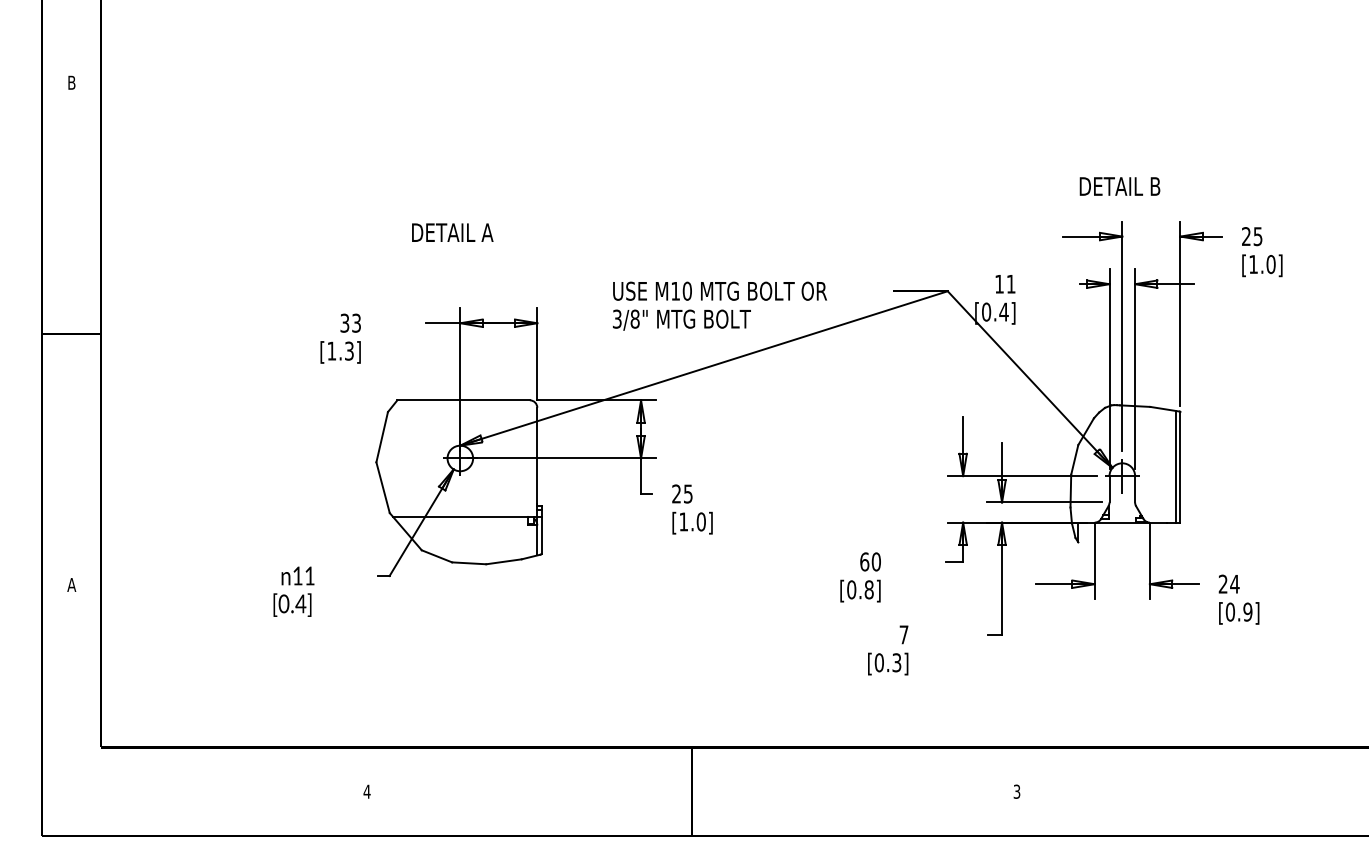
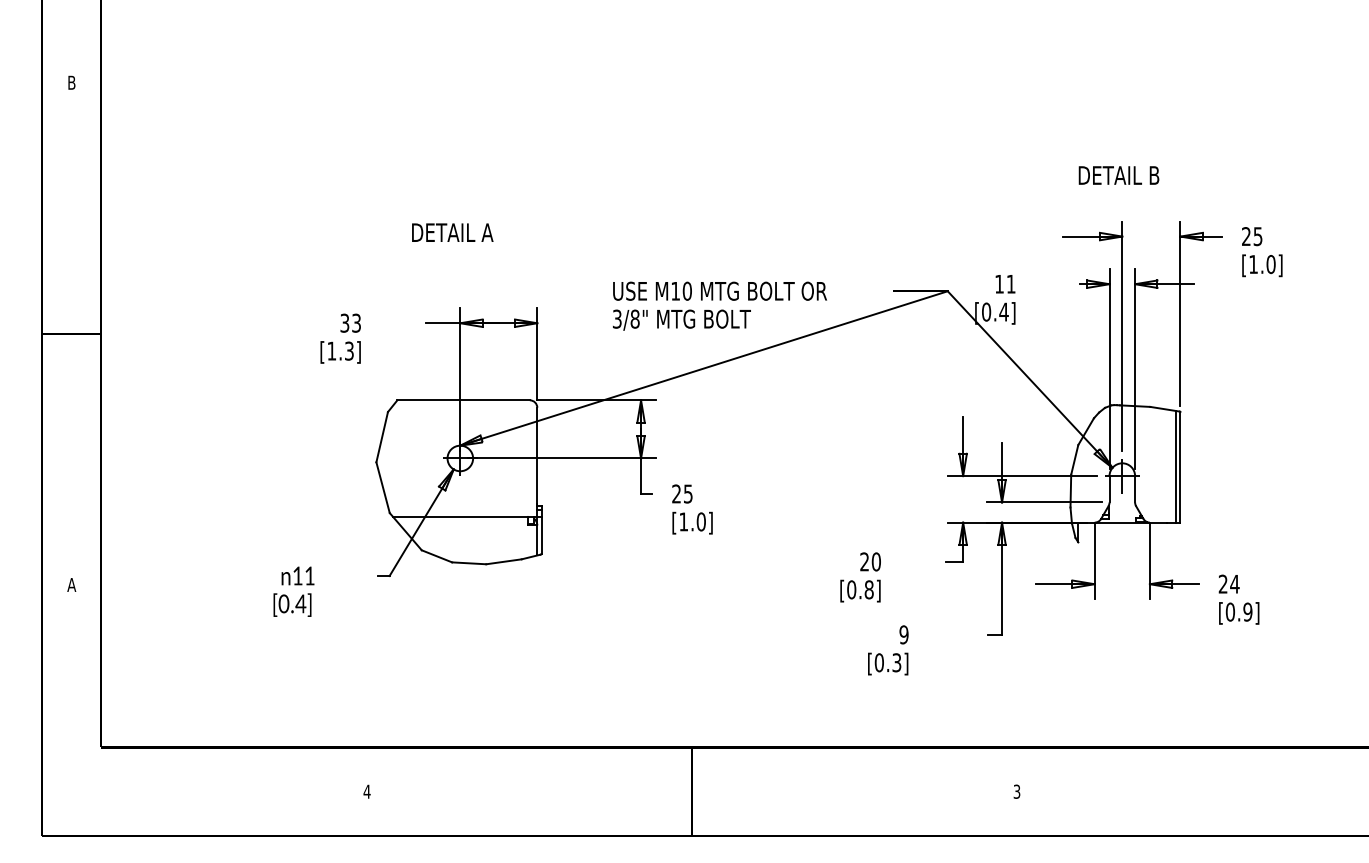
text at (1119, 186) position: (1119, 186) -> (1118, 175)
text at (864, 561): 60 -> 20
text at (903, 634): 7 -> 9
